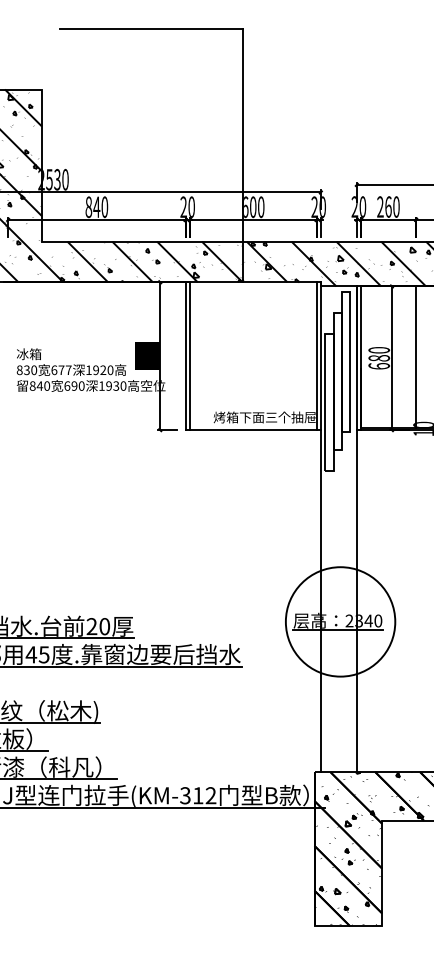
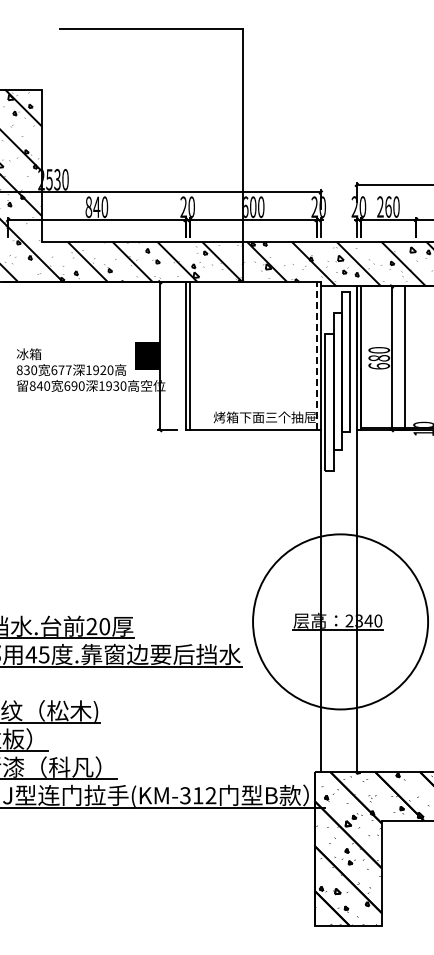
line at (316, 356): solid -> dashed
line at (415, 357) position: (415, 357) -> (404, 357)
circle at (340, 621) diameter: 109 px -> 175 px
